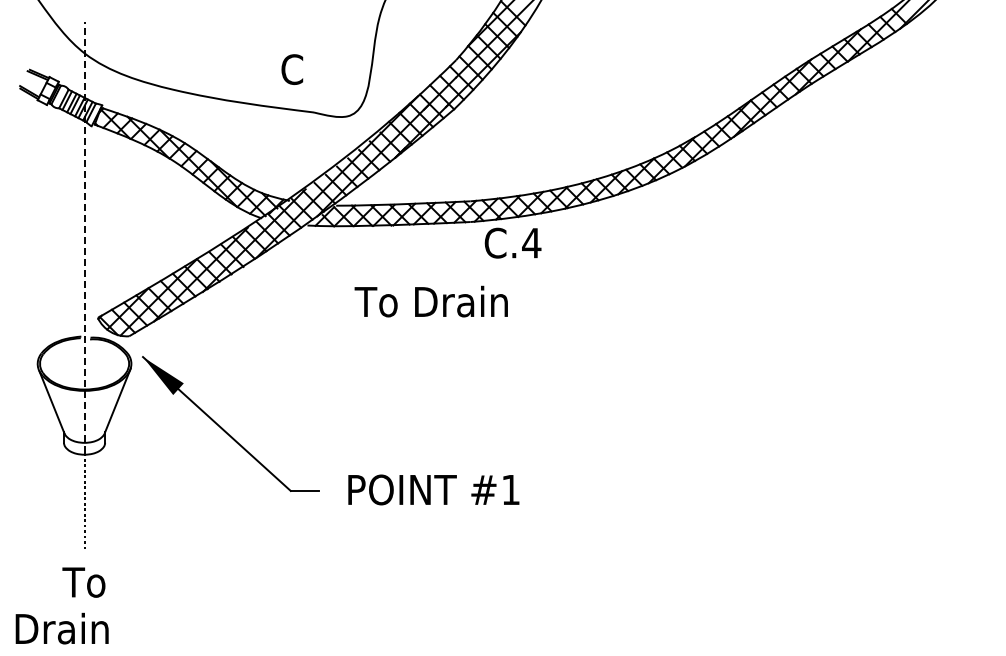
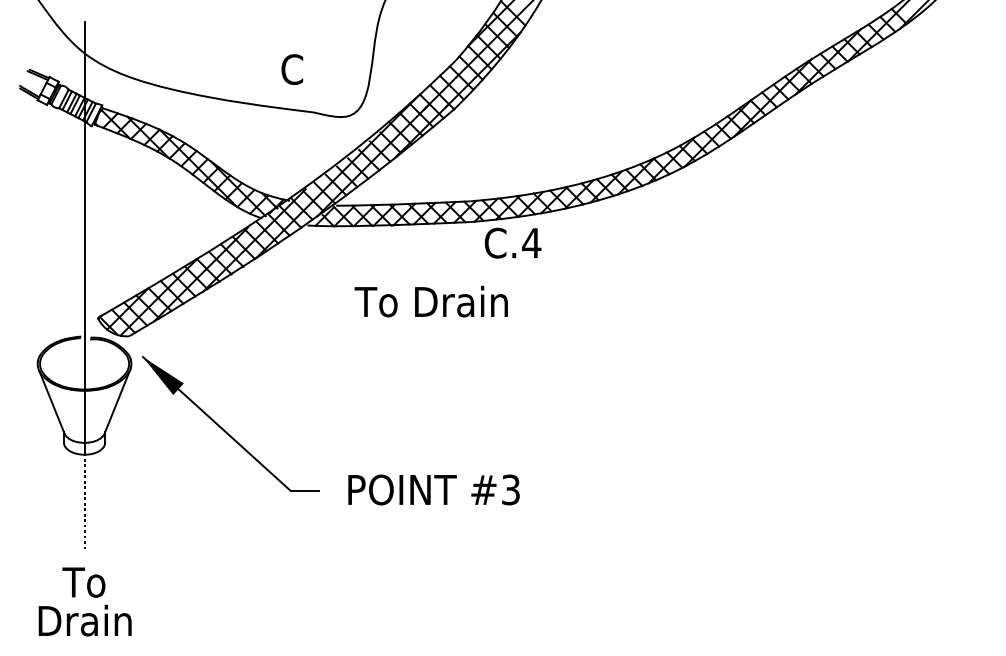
line at (85, 237): dashed -> solid
text at (510, 489): #1 -> #3
text at (61, 628) position: (61, 628) -> (84, 620)
